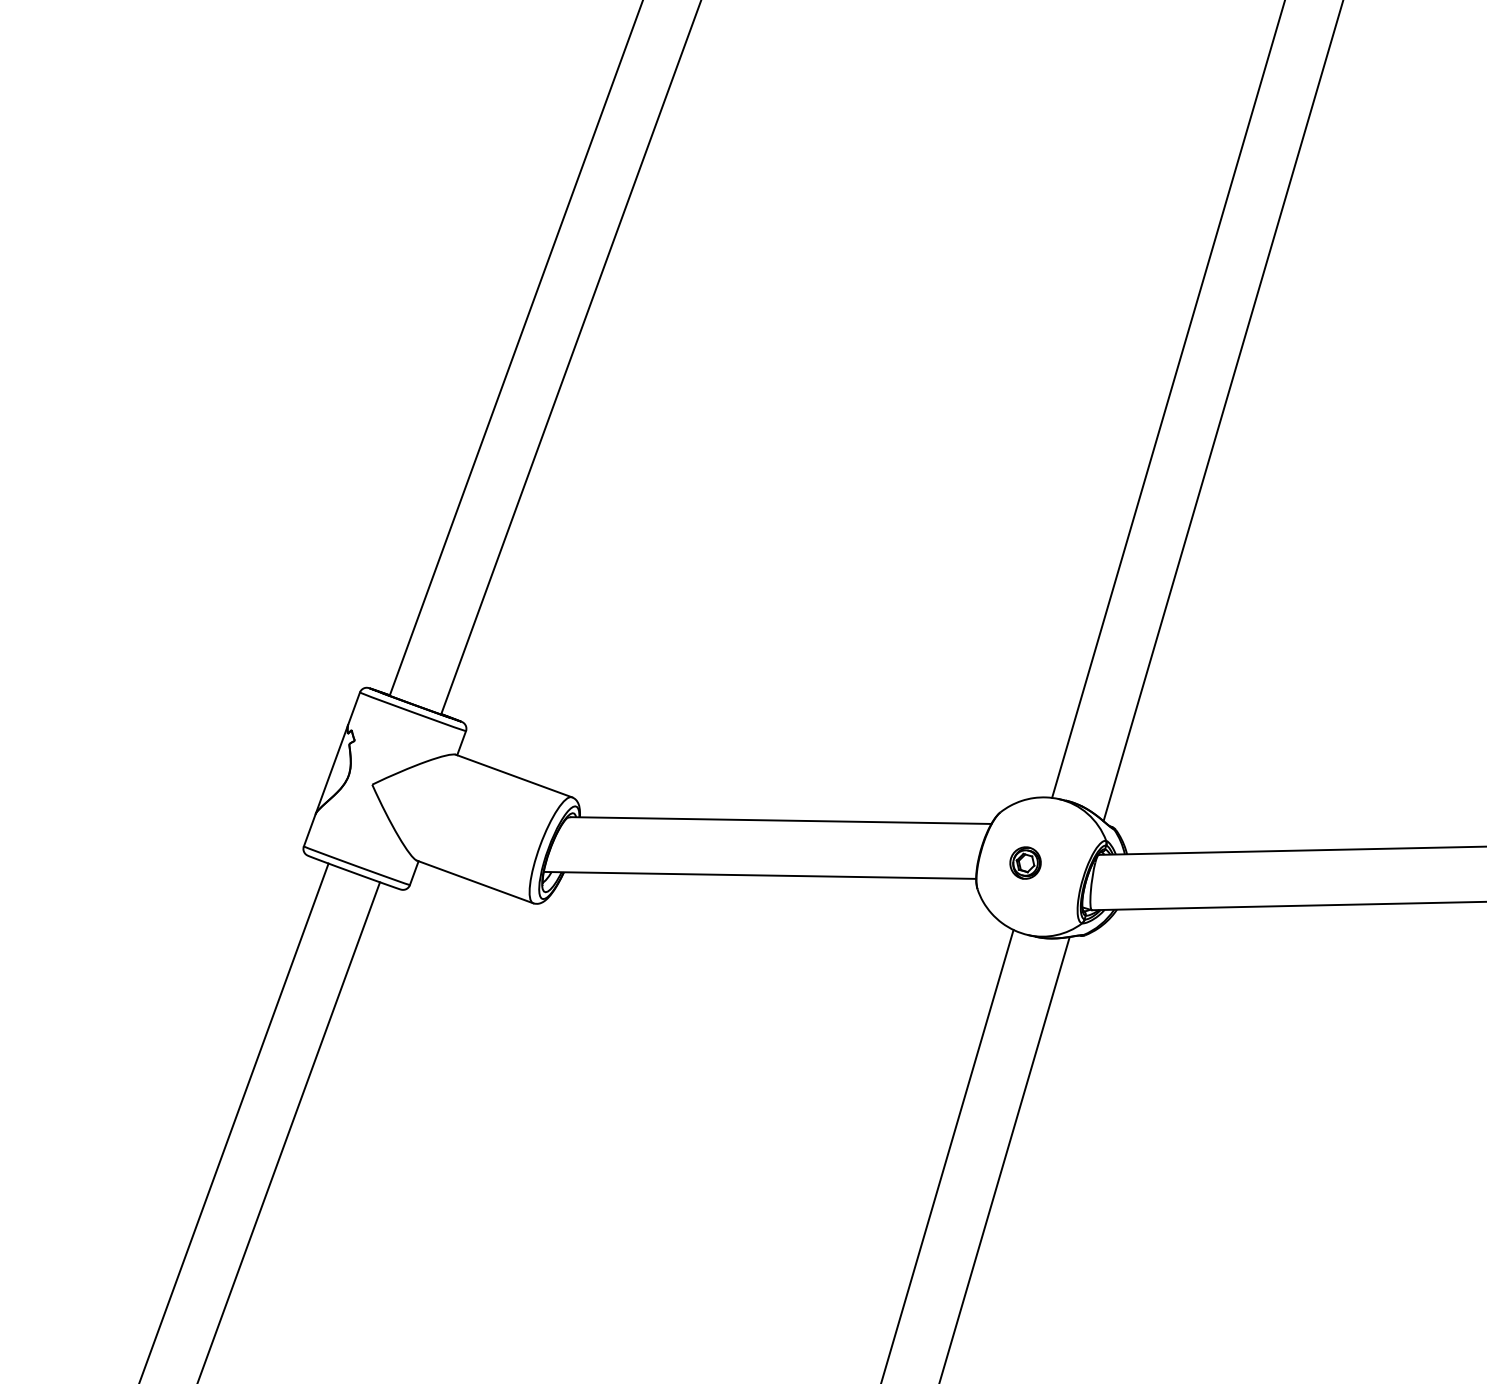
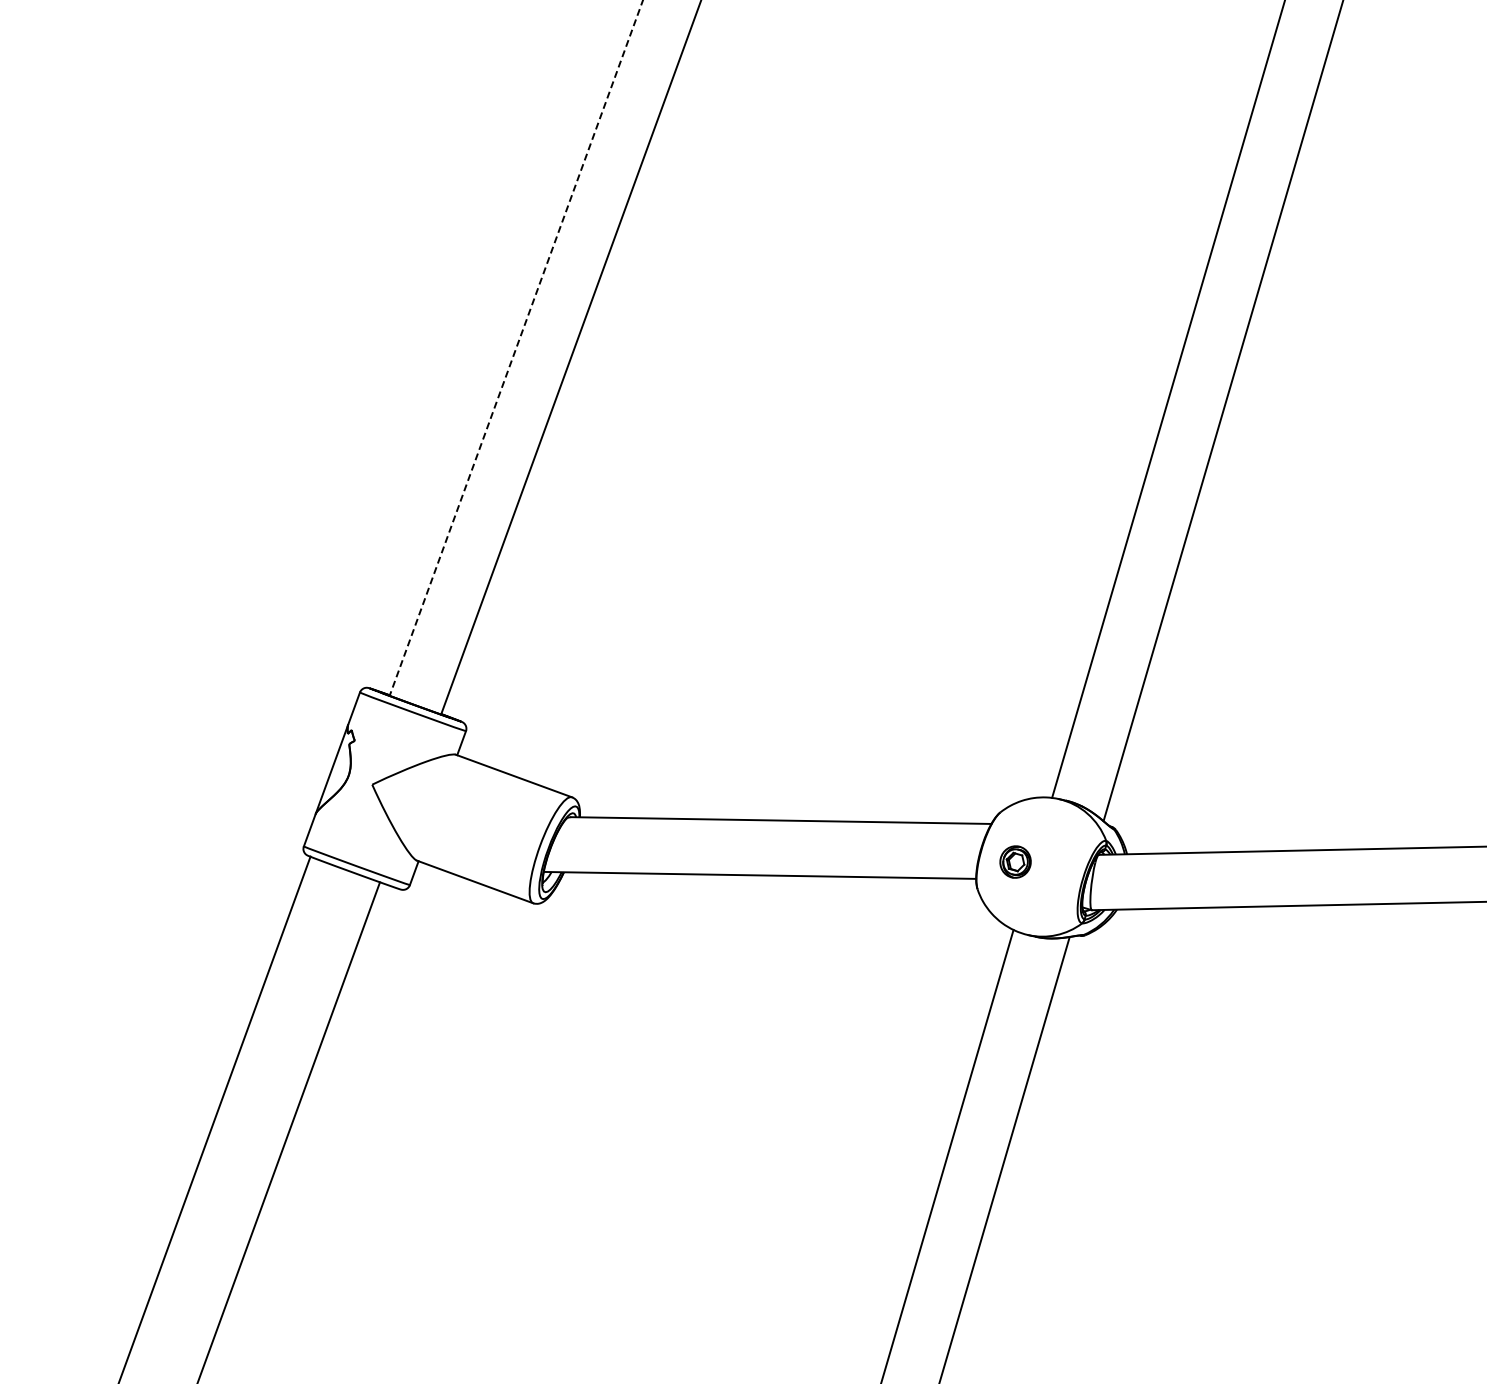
line at (516, 348): solid -> dashed
part at (1025, 862) position: (1025, 862) -> (1015, 861)
line at (234, 1121) position: (234, 1121) -> (214, 1118)
